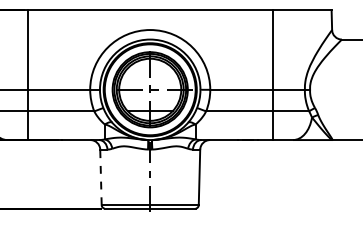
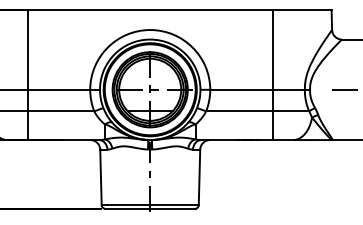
line at (344, 89): none -> present
line at (100, 177): dashed -> solid
